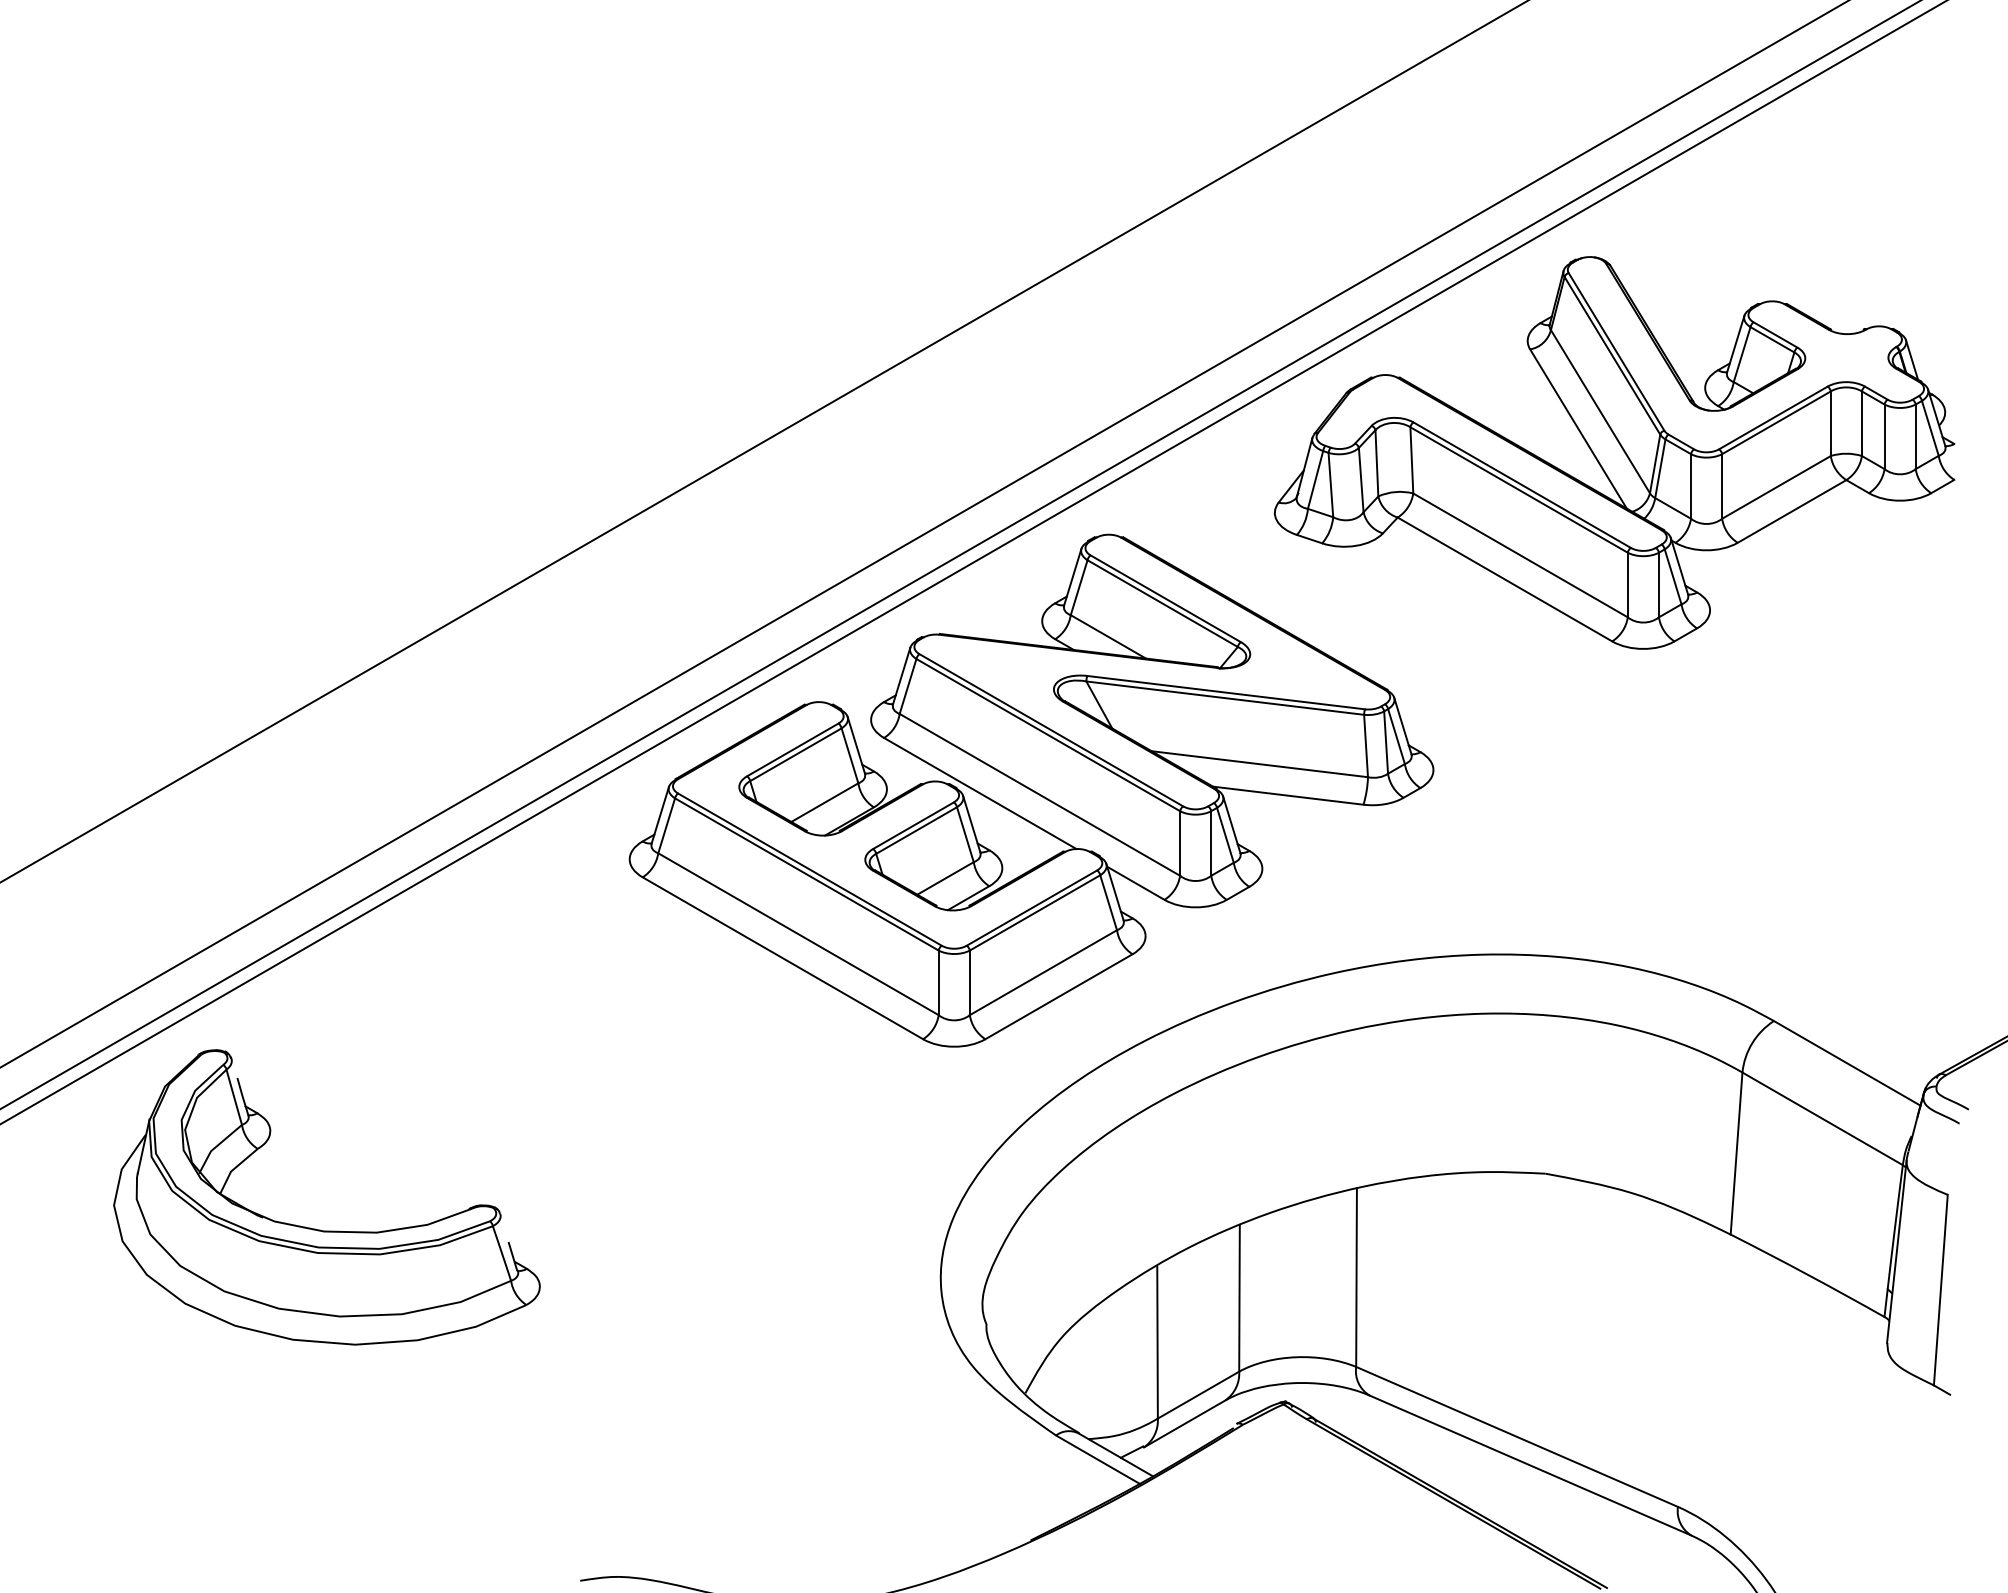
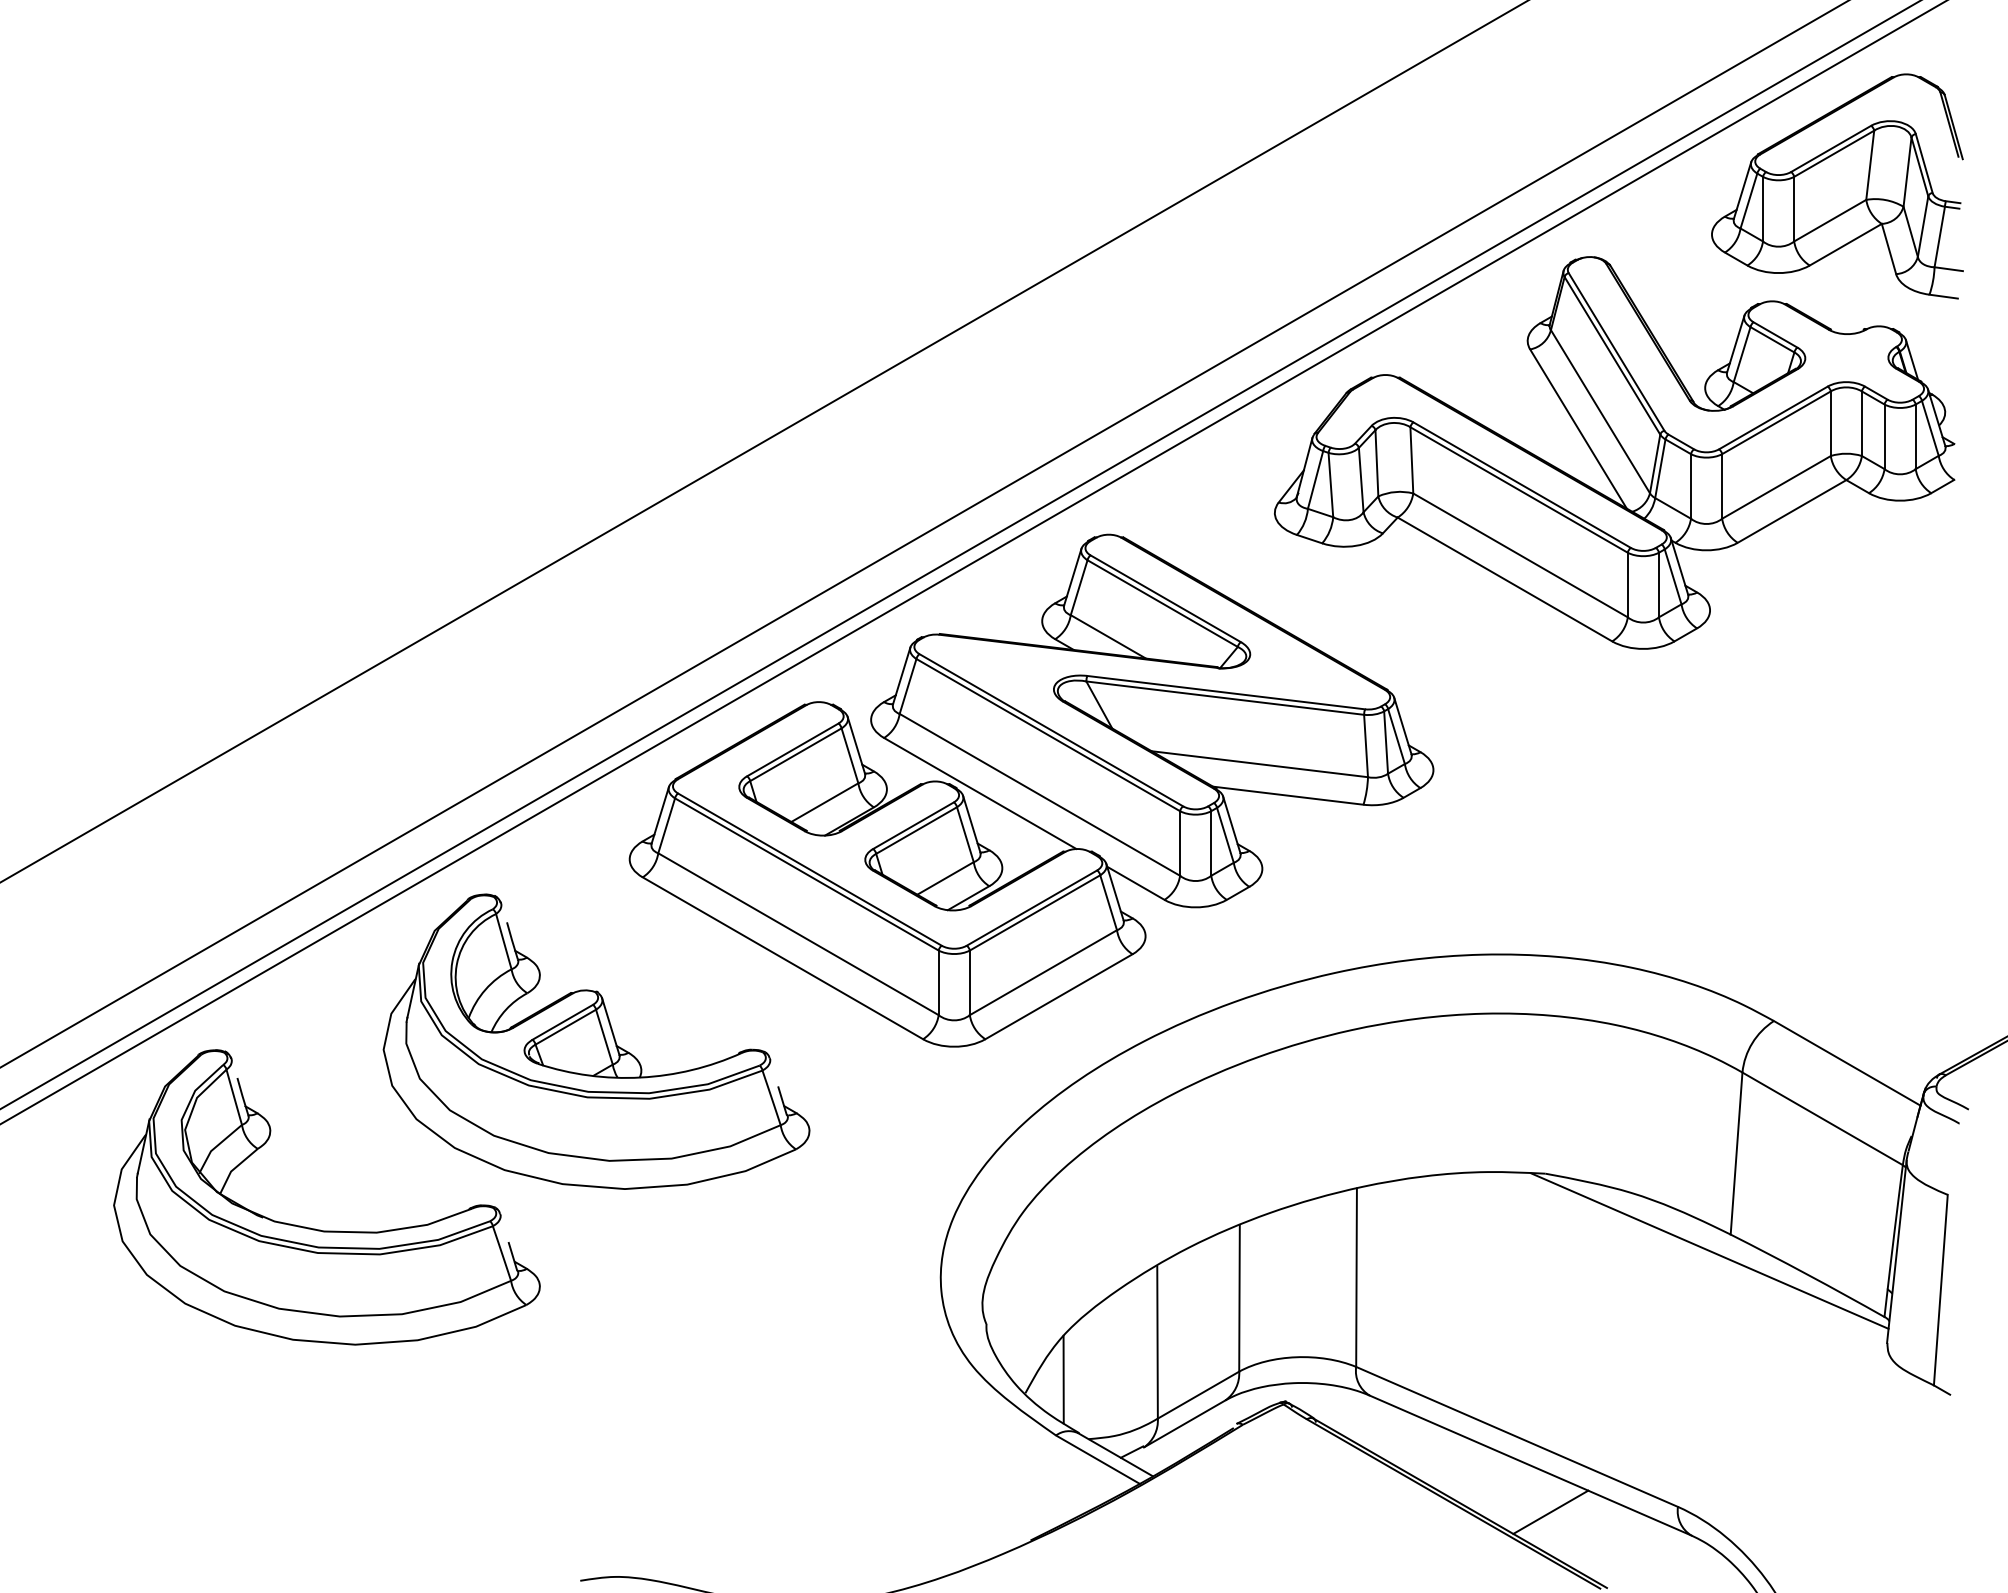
part at (1837, 186): none -> present
part at (596, 1041): none -> present
line at (1709, 1250): none -> present
line at (1063, 1379): none -> present
line at (1550, 1511): none -> present
